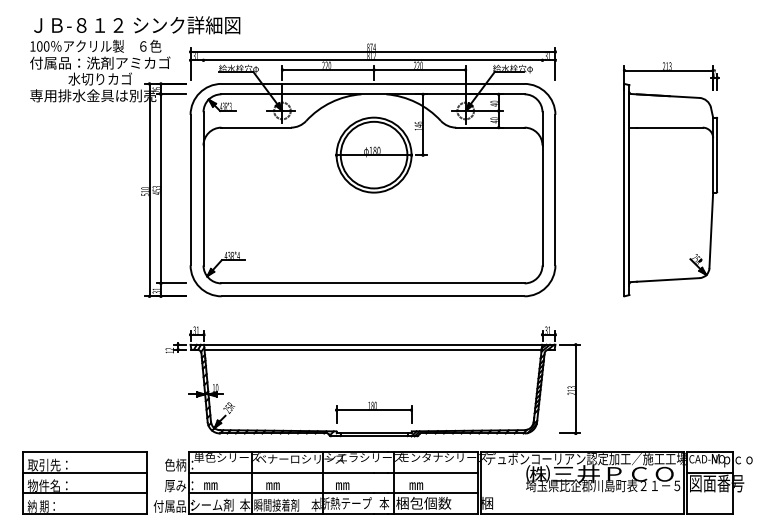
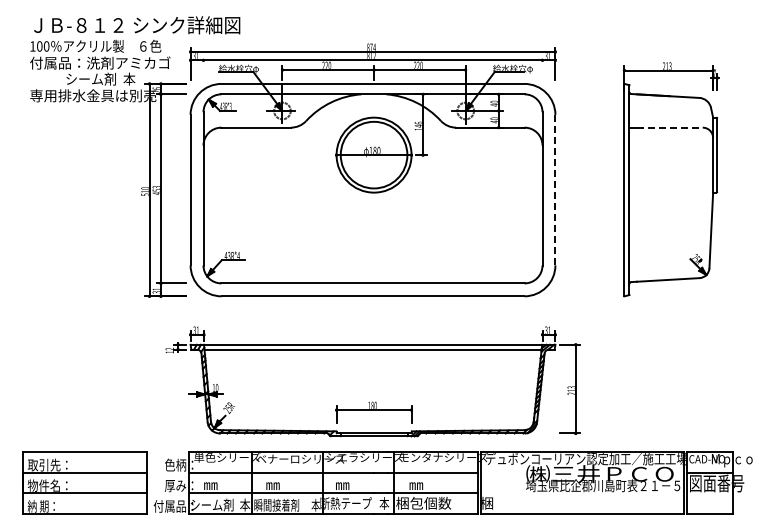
text at (100, 78): 水切りカゴ -> シーム剤  本
line at (669, 127): solid -> dashed
line at (555, 190): solid -> dashed
